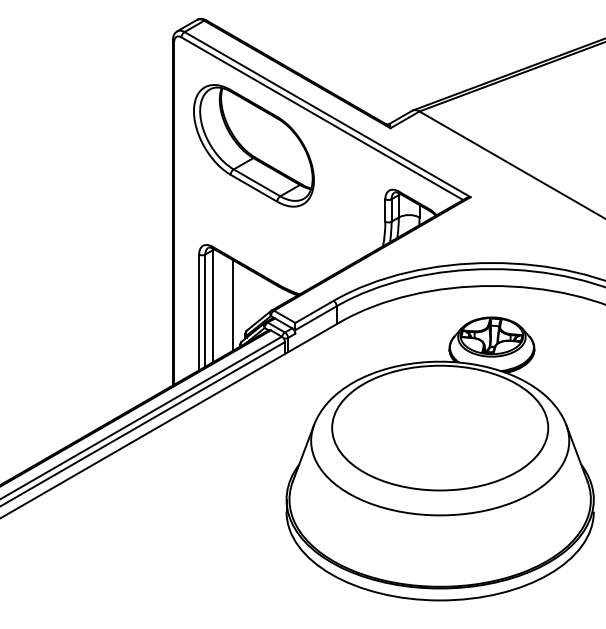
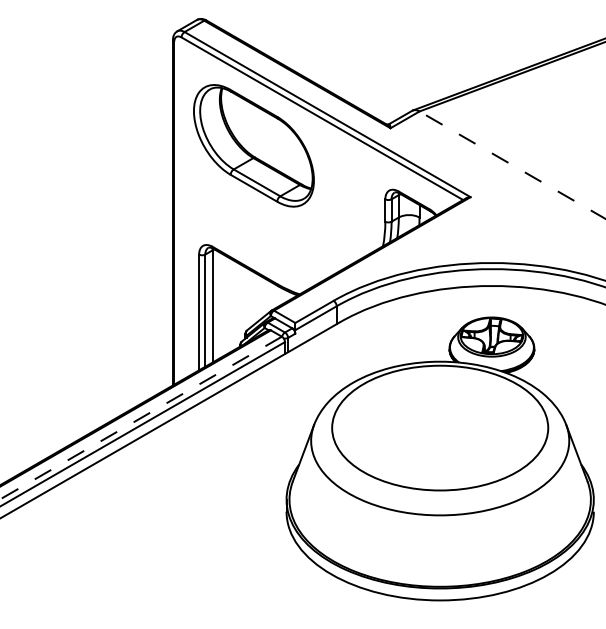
line at (512, 164): solid -> dashed
line at (233, 305): present -> none
line at (140, 418): solid -> dashed
